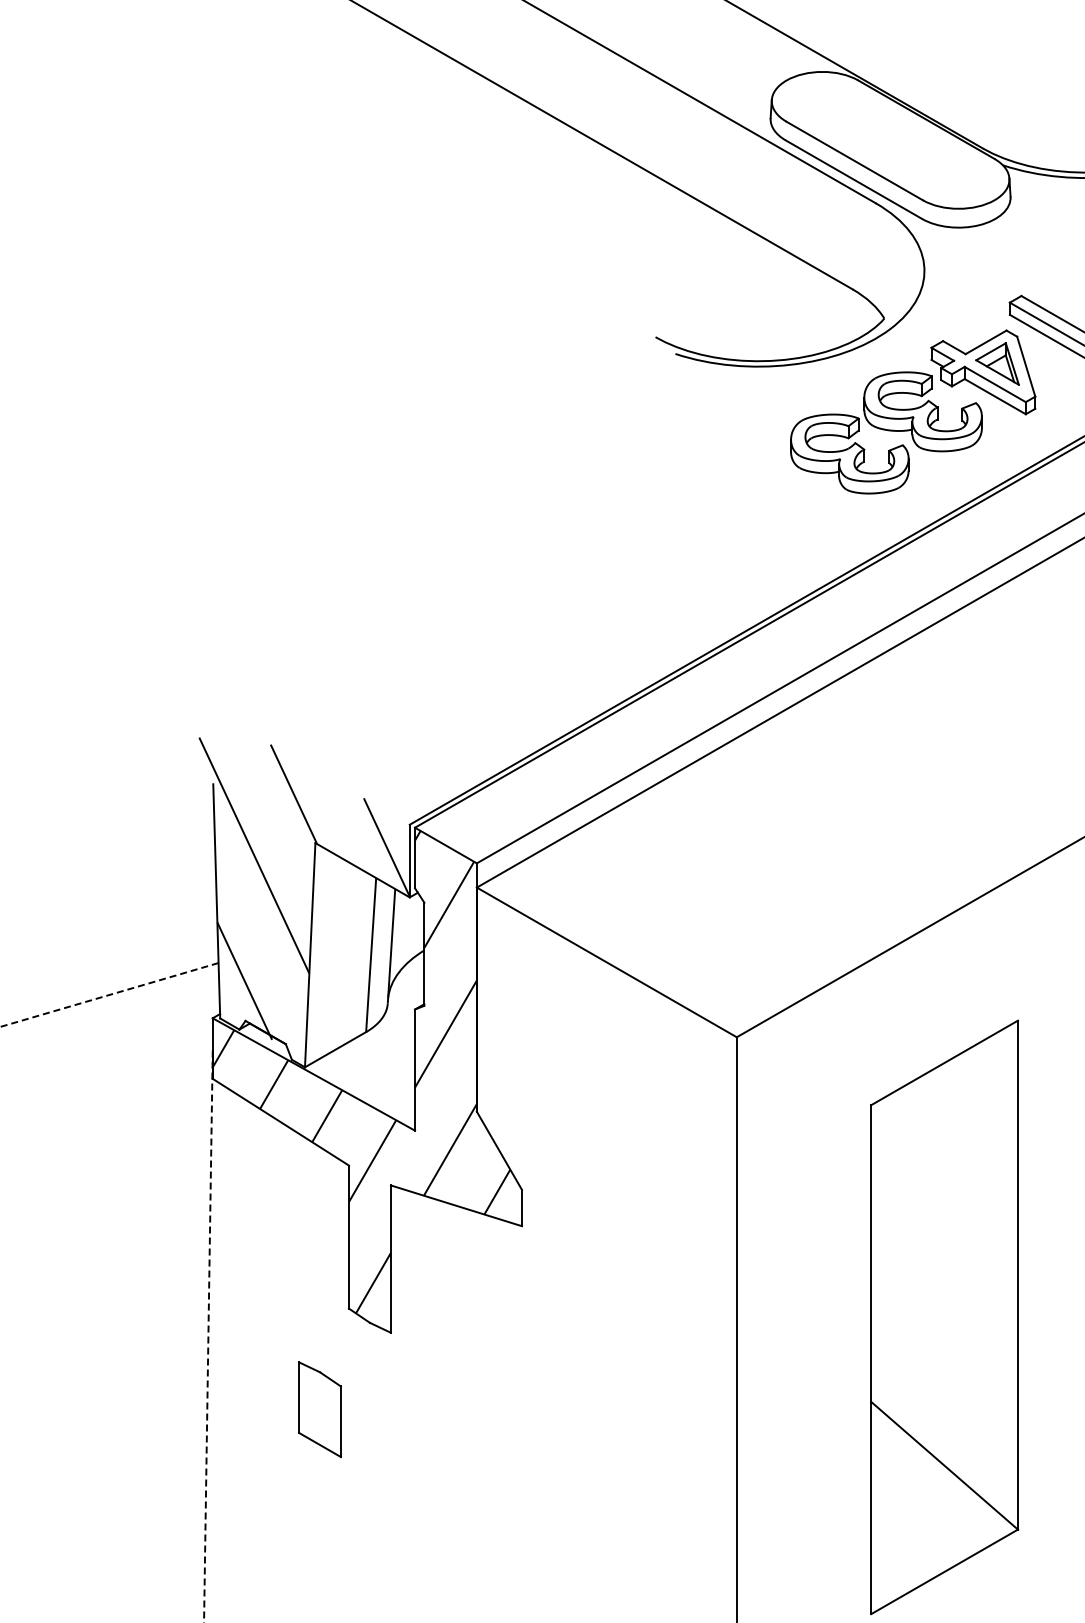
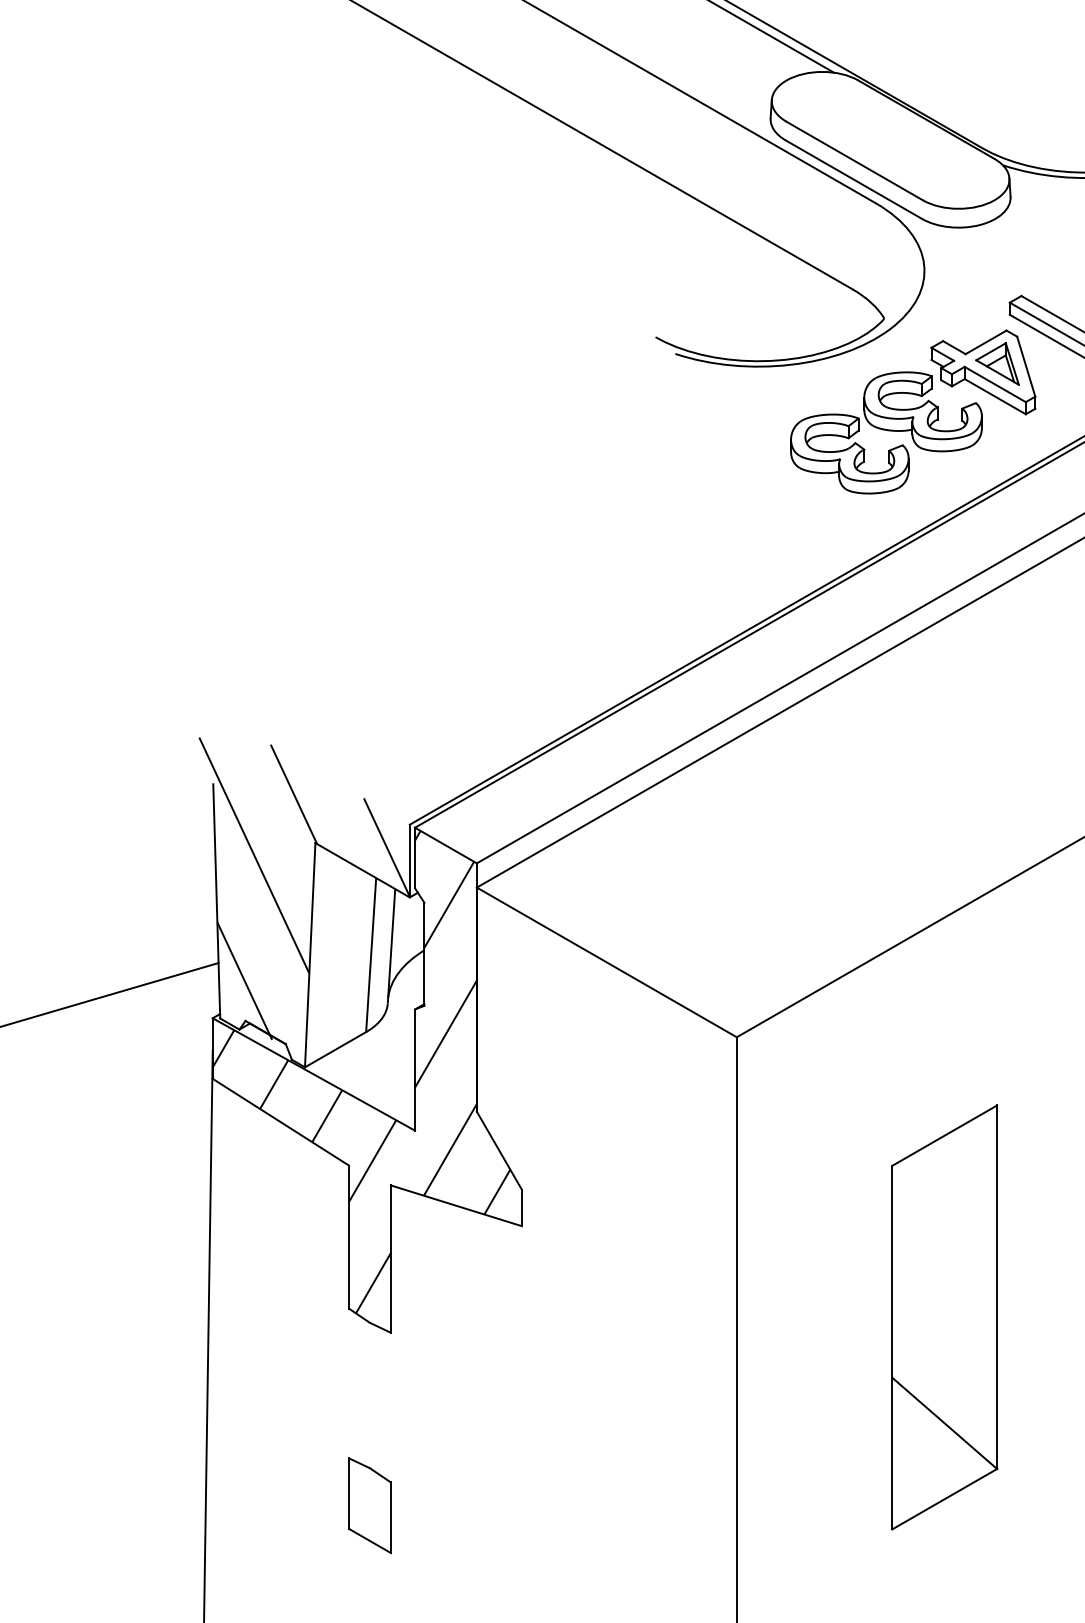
line at (772, 37): none -> present
line at (109, 995): dashed -> solid
part at (944, 1317) size: 150x597 px -> 108x427 px
line at (208, 1336): dashed -> solid
part at (319, 1409) position: (319, 1409) -> (369, 1505)
